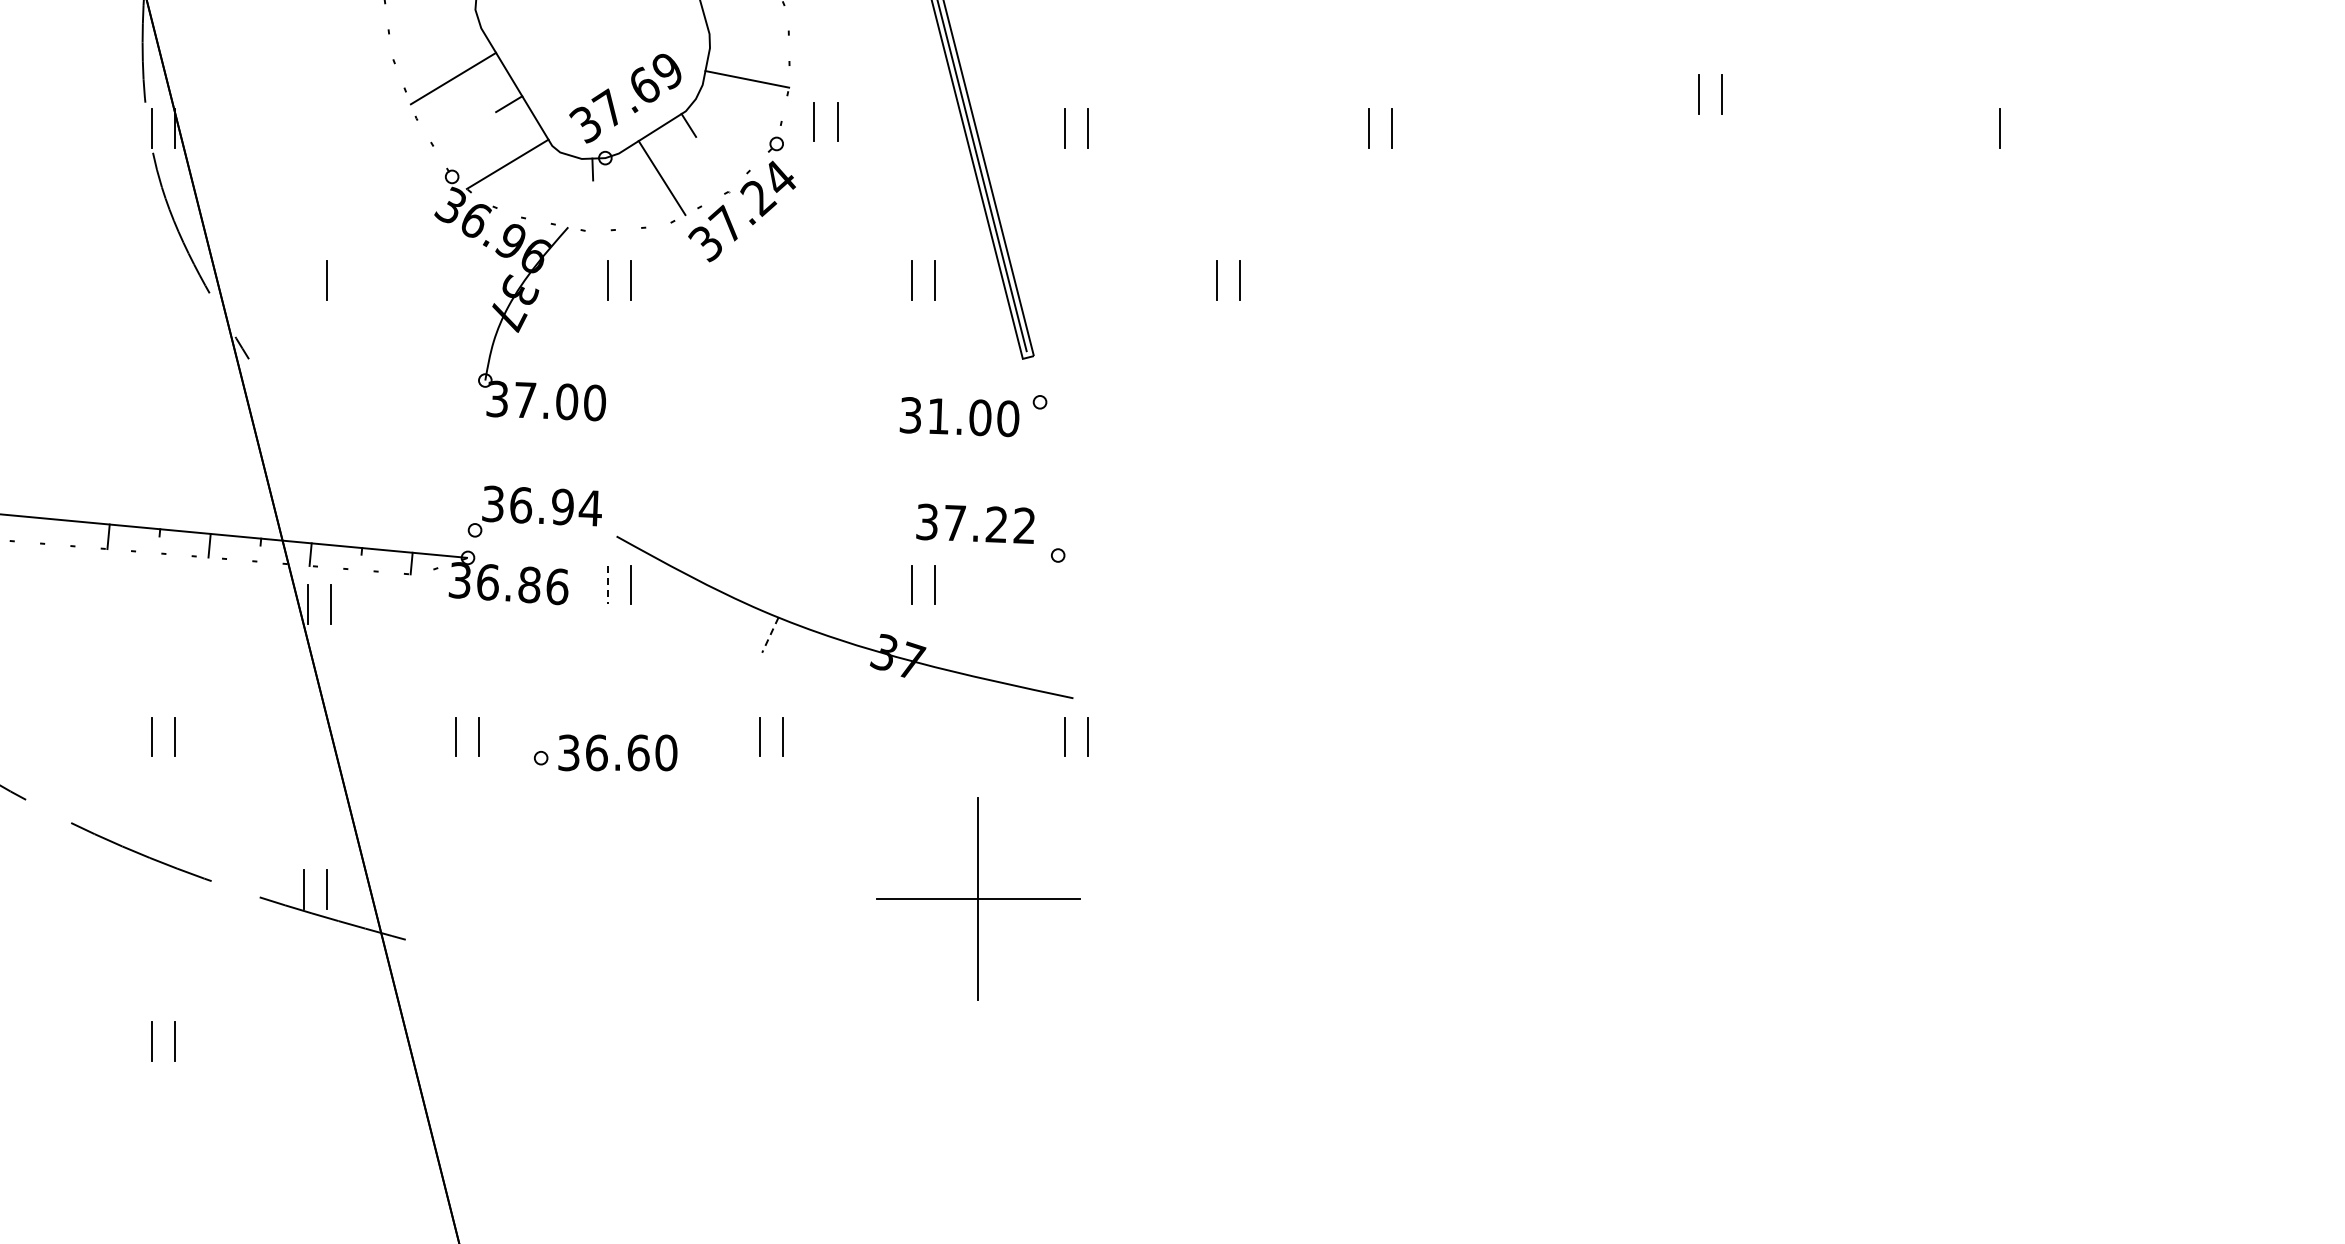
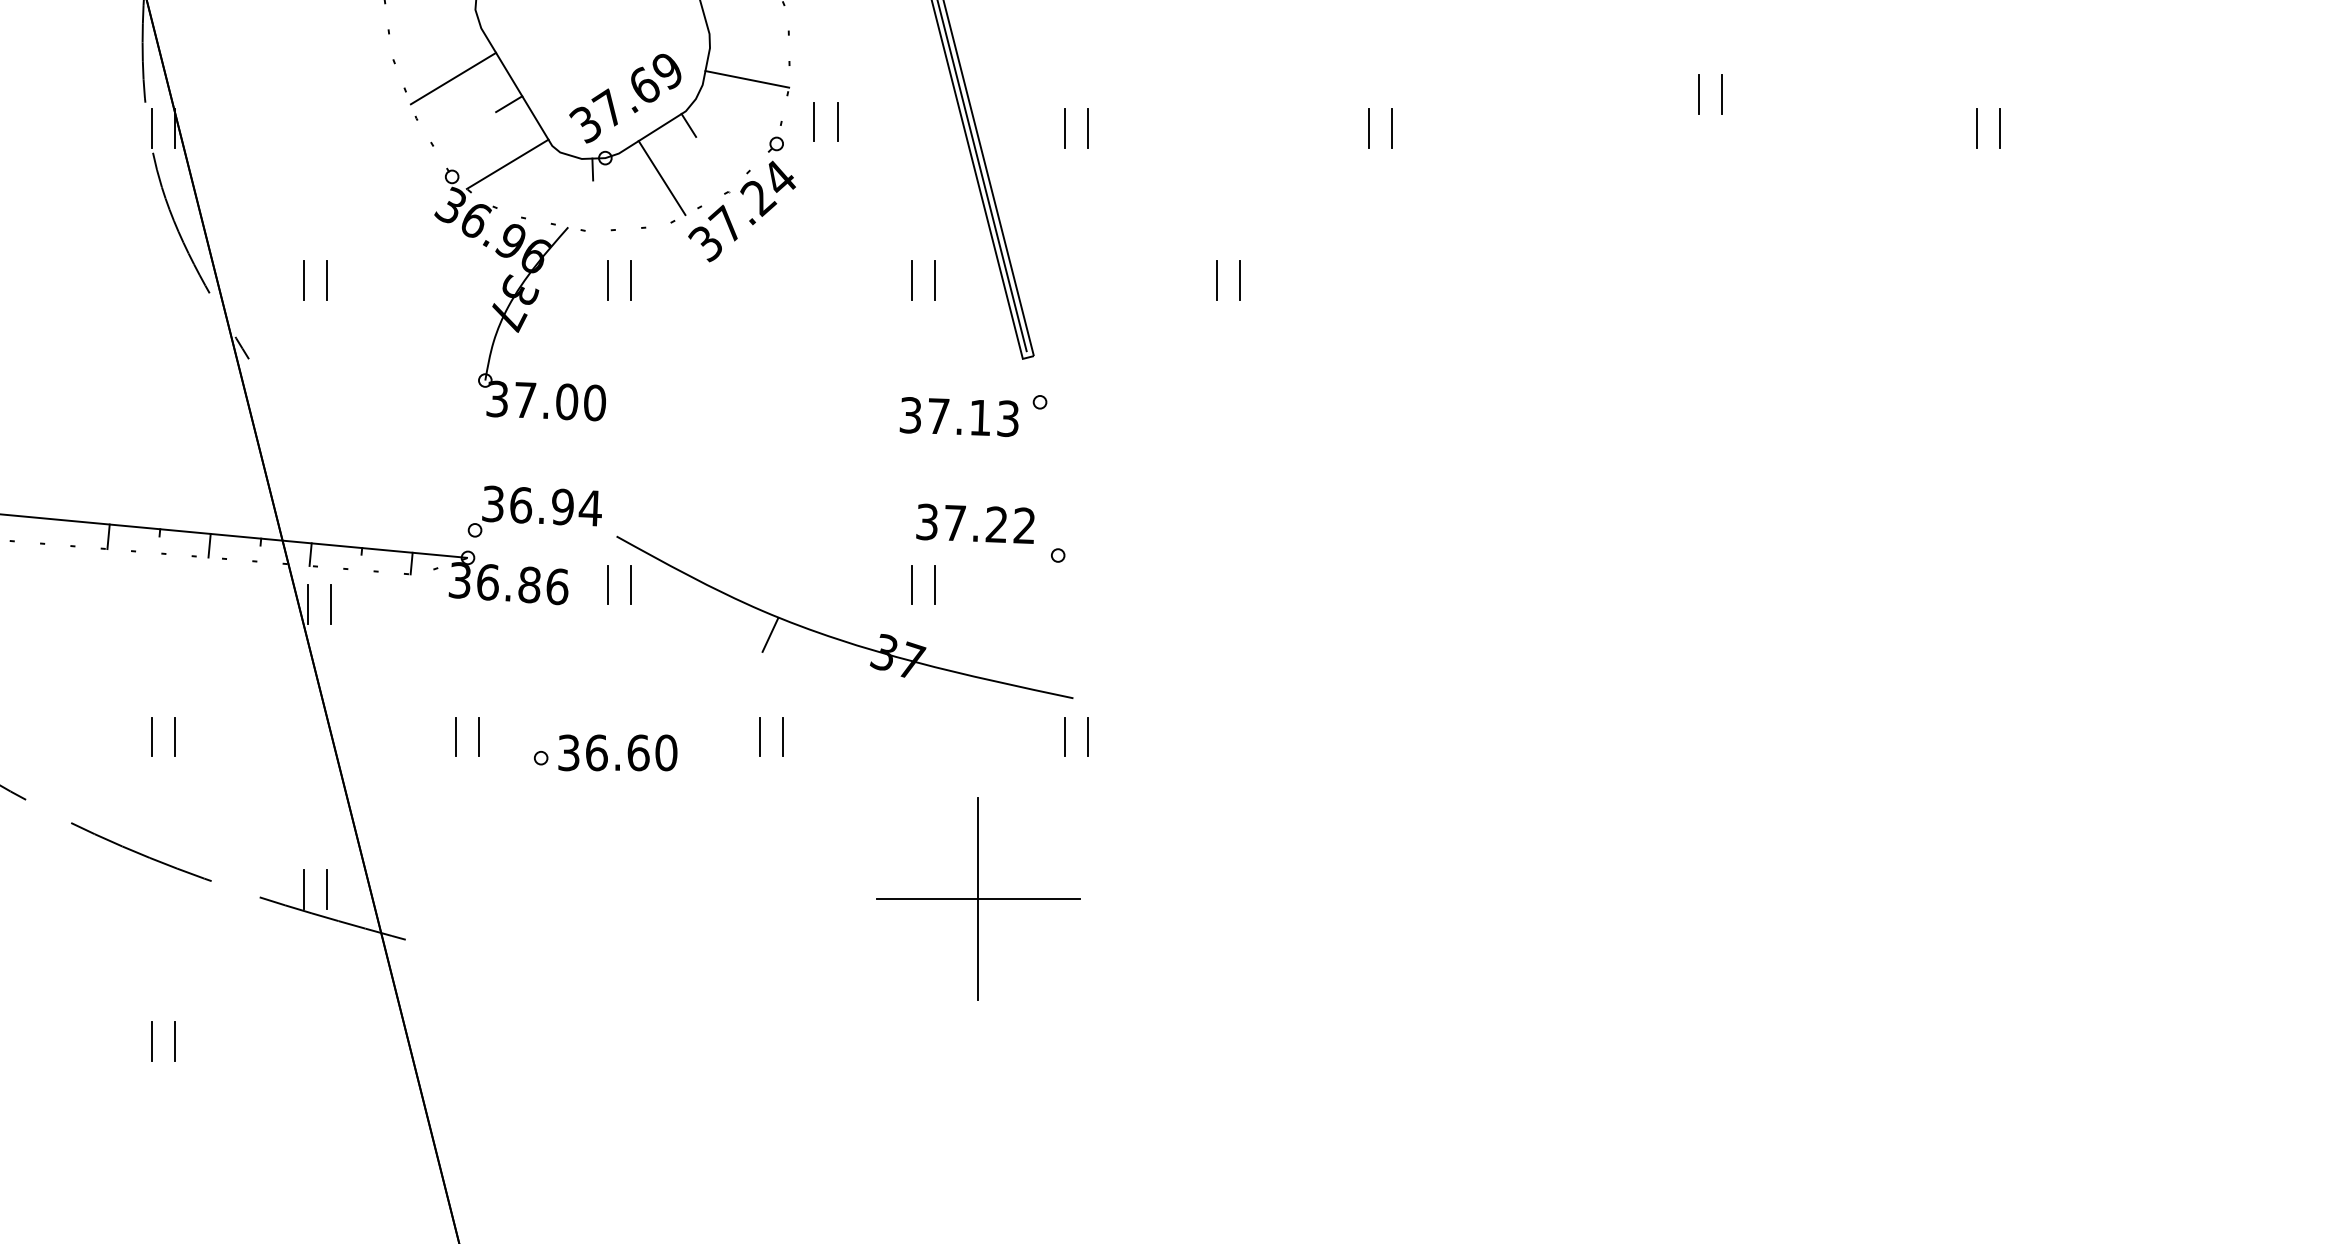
line at (1977, 128): none -> present
line at (303, 280): none -> present
text at (974, 417): 31.00 -> 37.13
line at (608, 585): dashed -> solid
line at (770, 635): dashed -> solid
